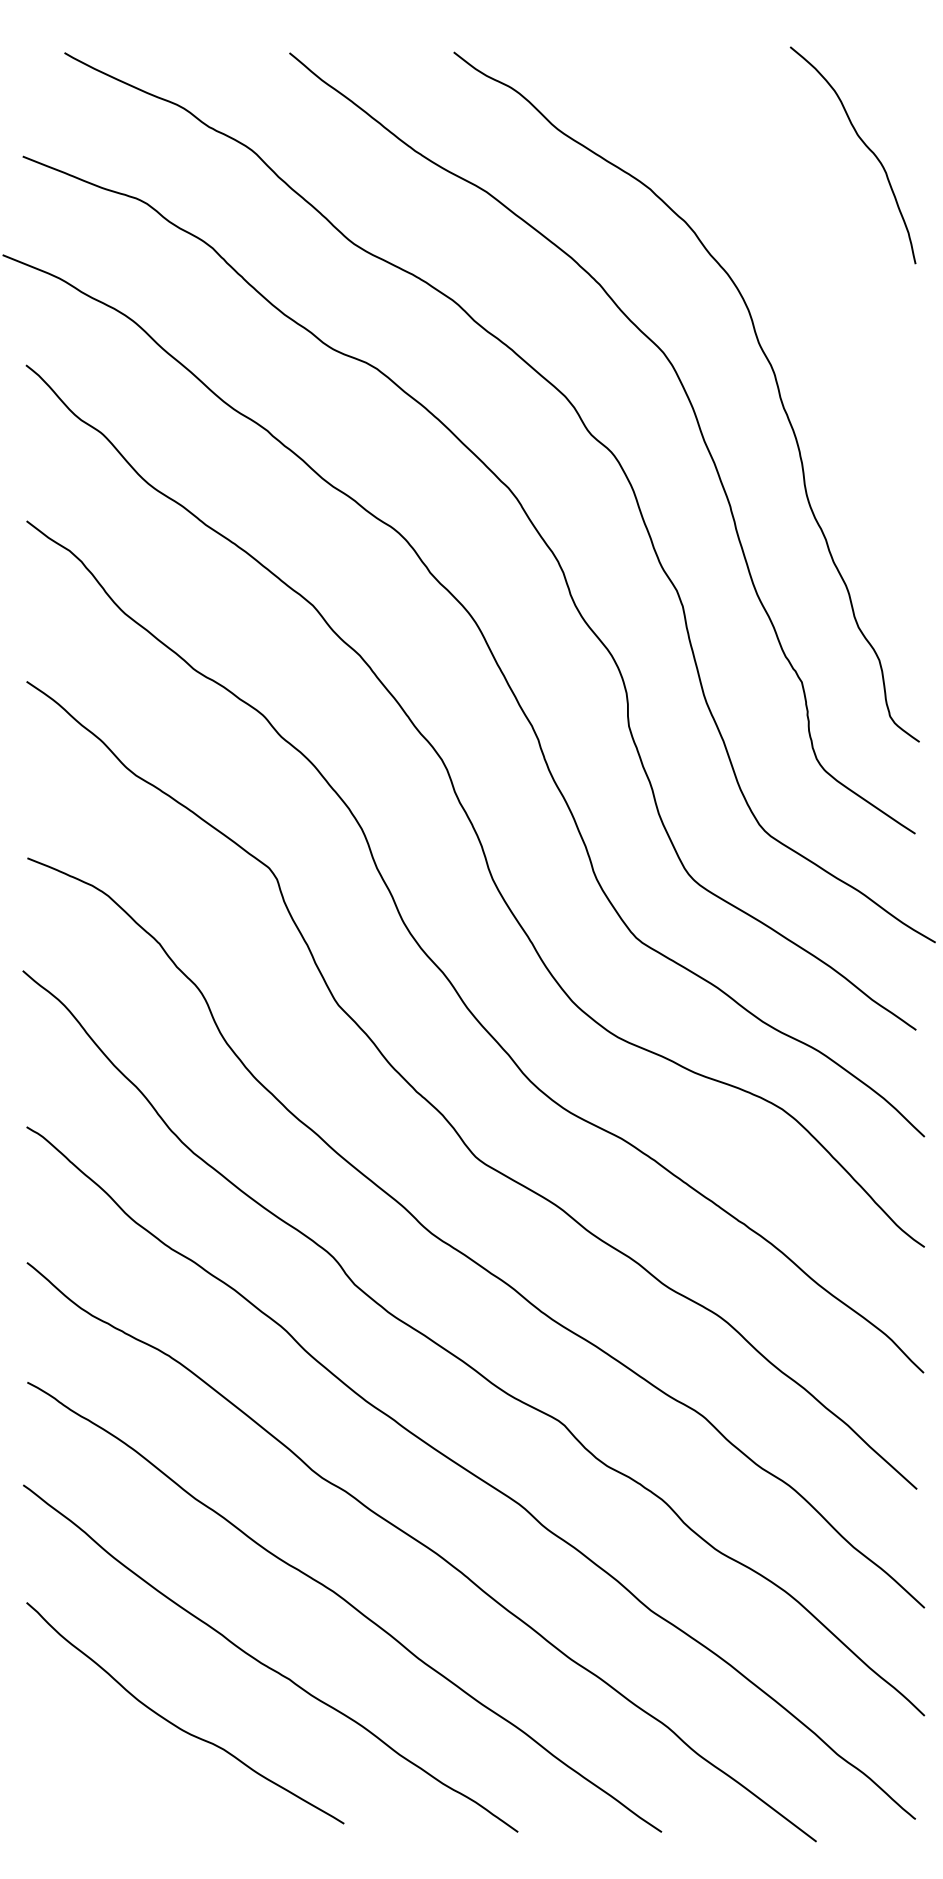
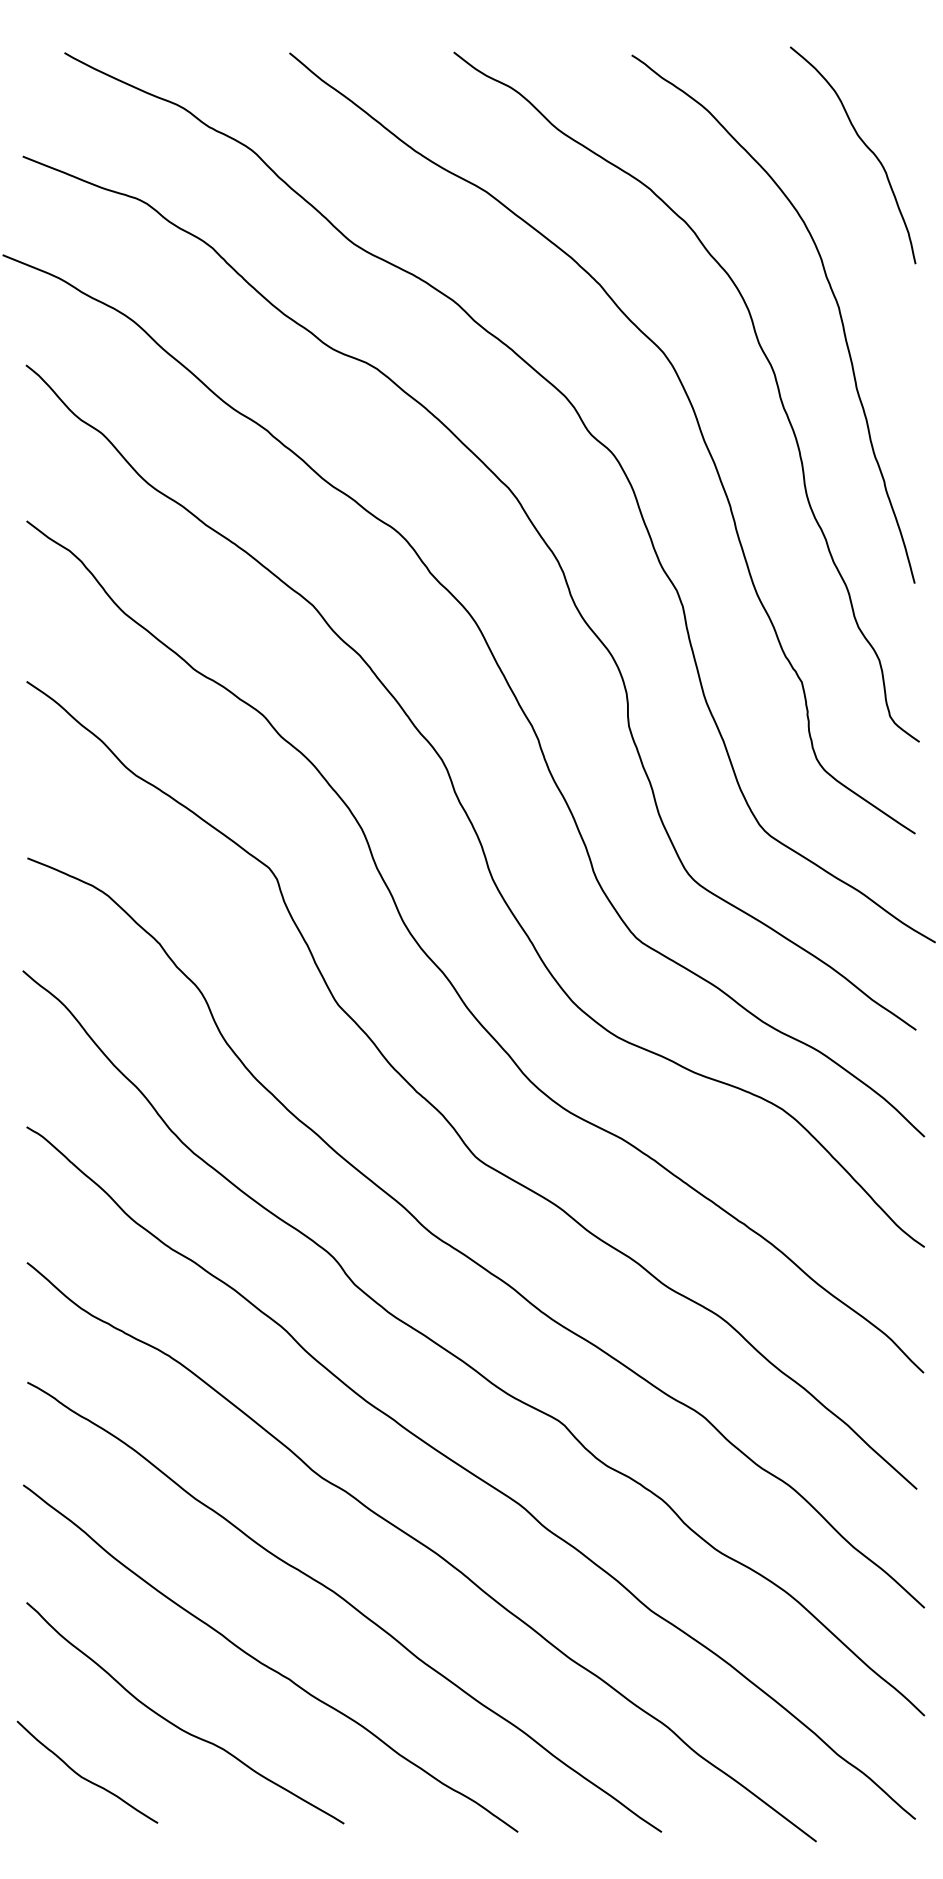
curve at (831, 292): none -> present
curve at (84, 1777): none -> present
